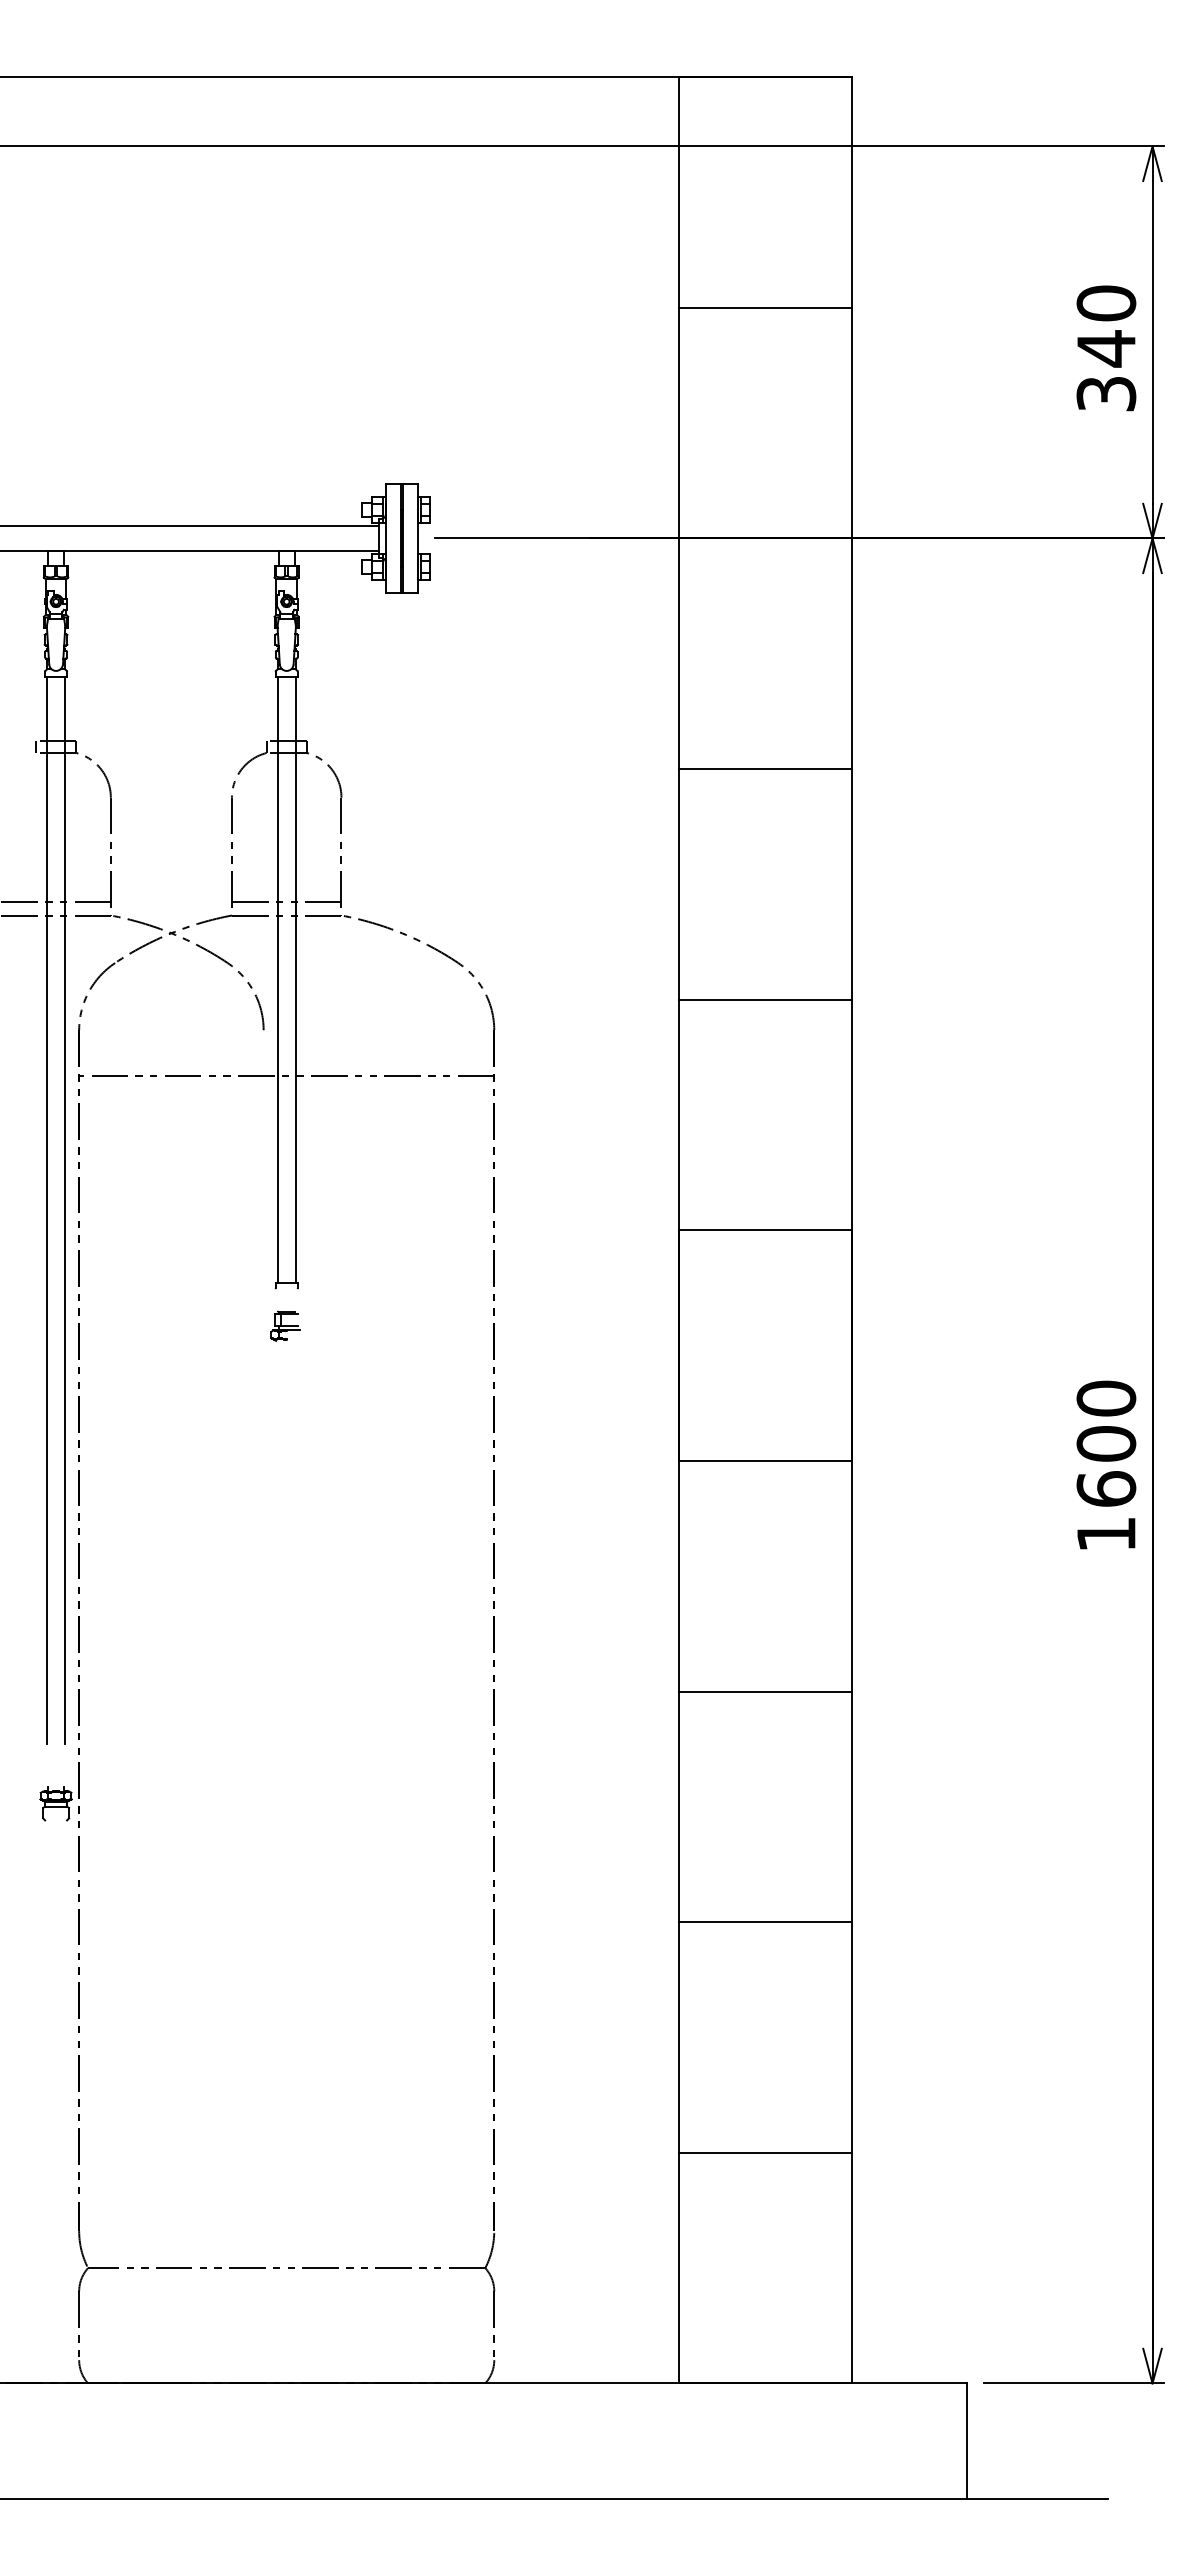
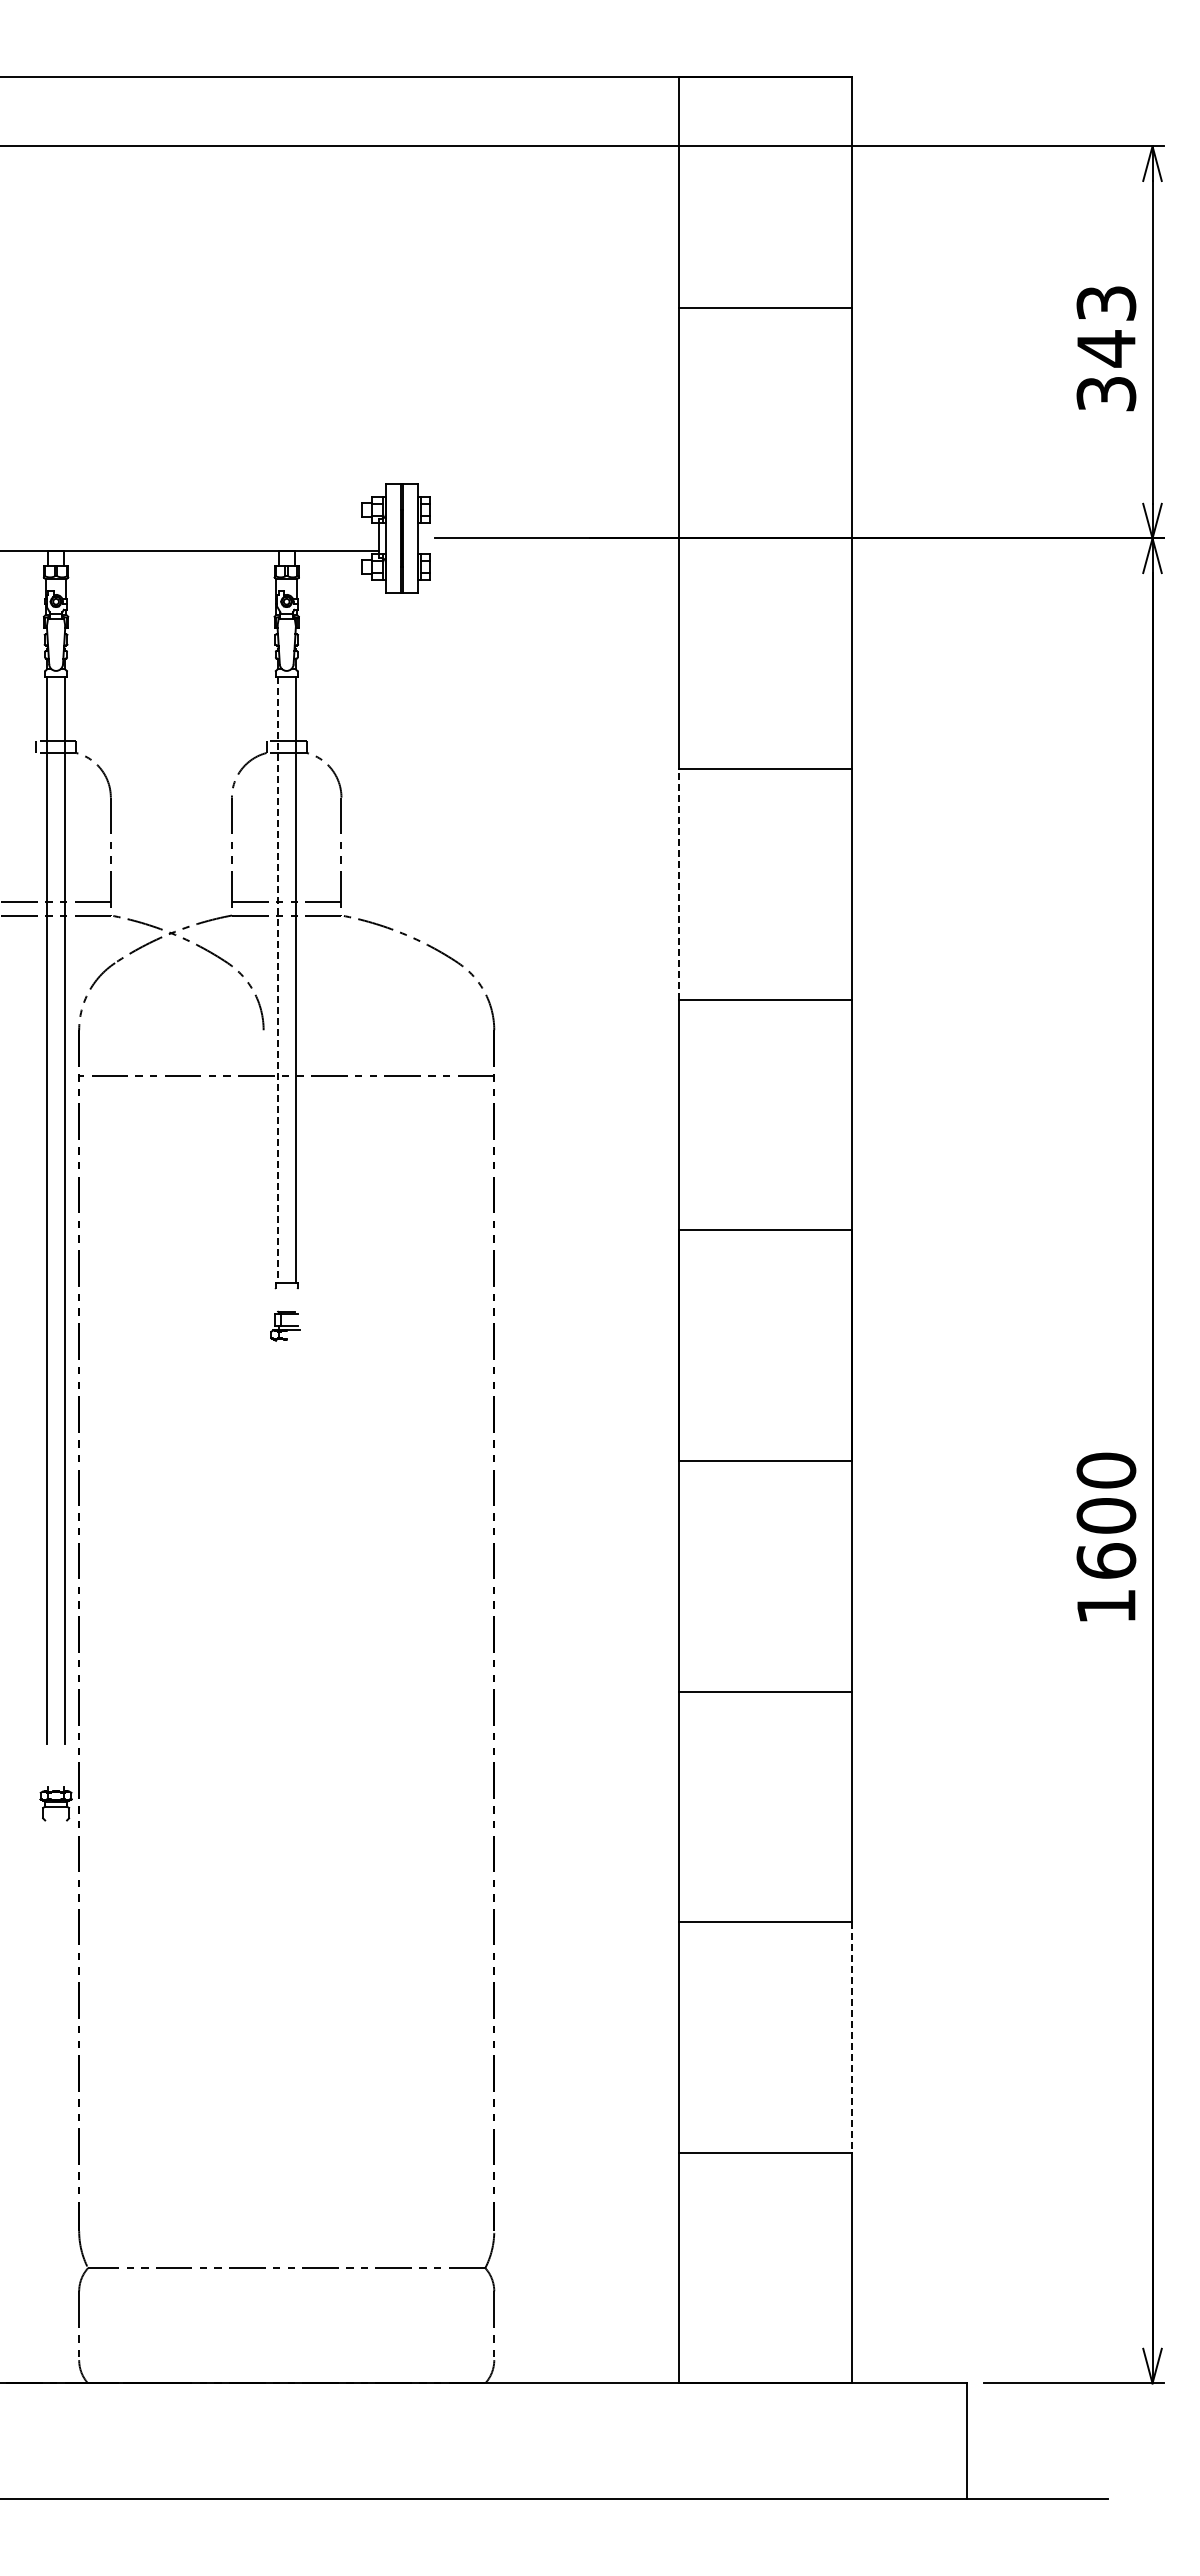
text at (1106, 303): 340 -> 343
line at (190, 526): present -> none
line at (678, 883): solid -> dashed
line at (277, 980): solid -> dashed
text at (1106, 1464) position: (1106, 1464) -> (1106, 1536)
line at (851, 2037): solid -> dashed
